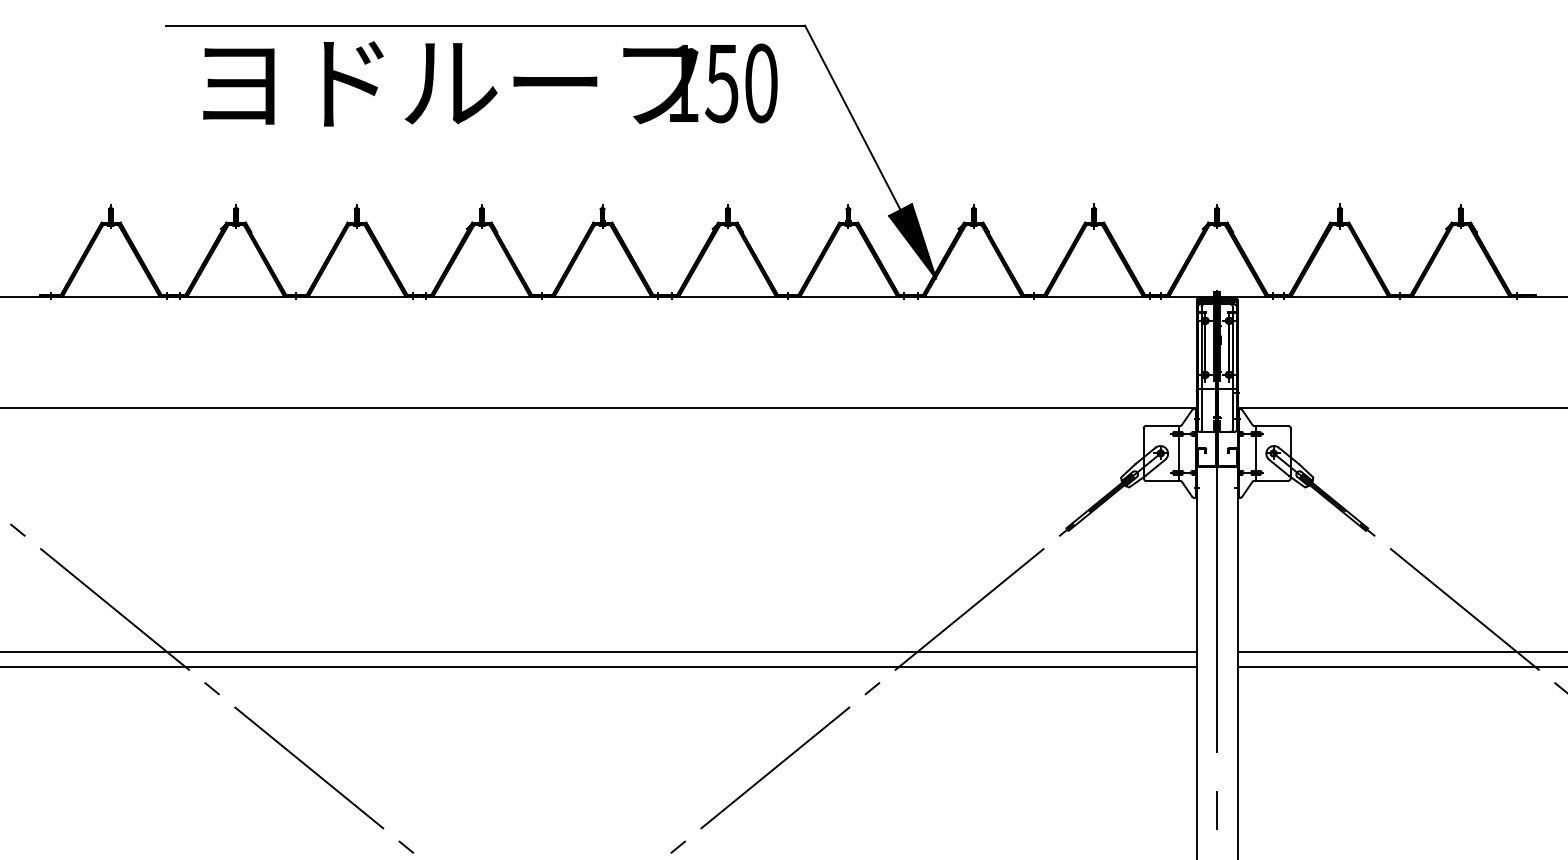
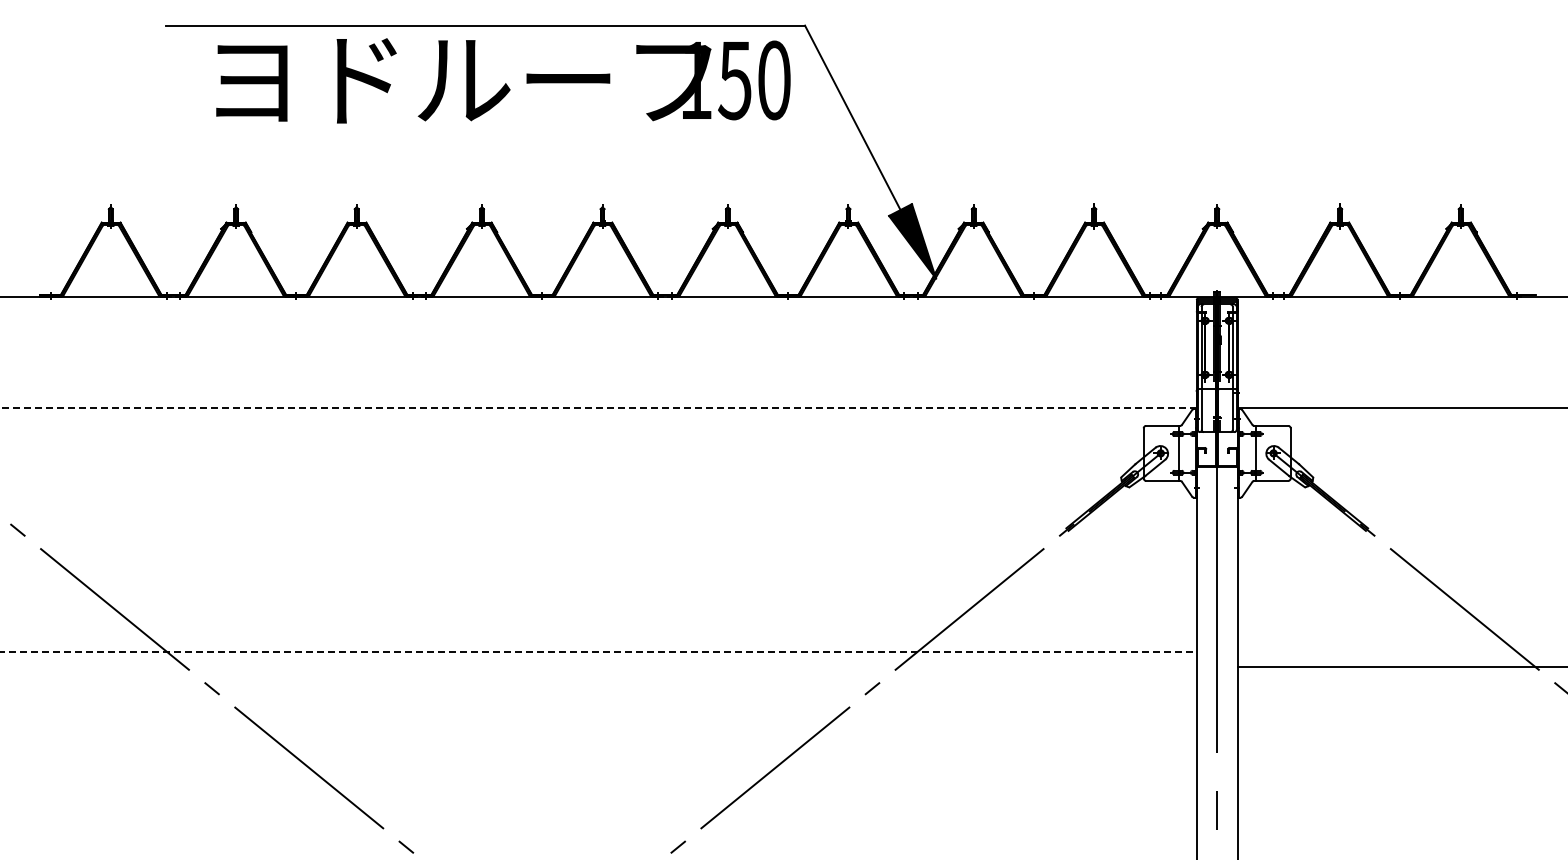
text at (490, 83) position: (490, 83) -> (503, 80)
line at (597, 407): solid -> dashed
line at (598, 651): solid -> dashed
line at (1400, 651): present -> none
line at (599, 667): present -> none
